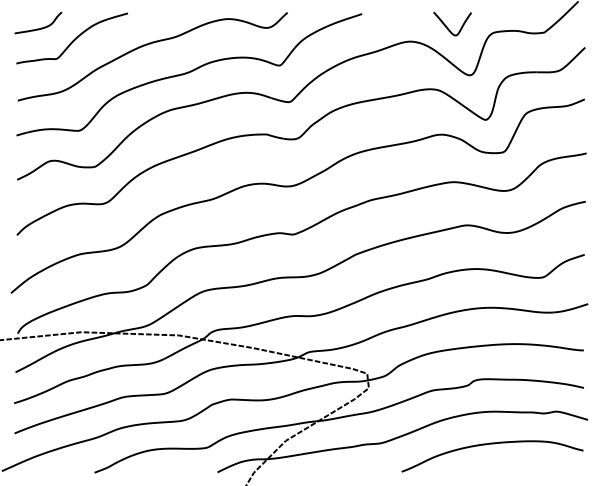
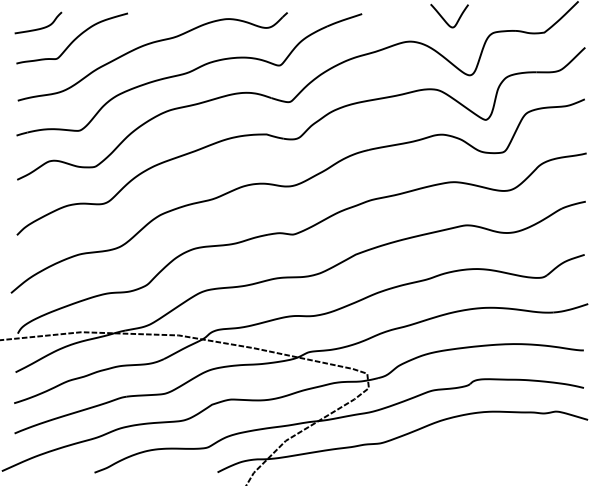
curve at (447, 26) position: (447, 26) -> (444, 18)
curve at (492, 444): present -> none
